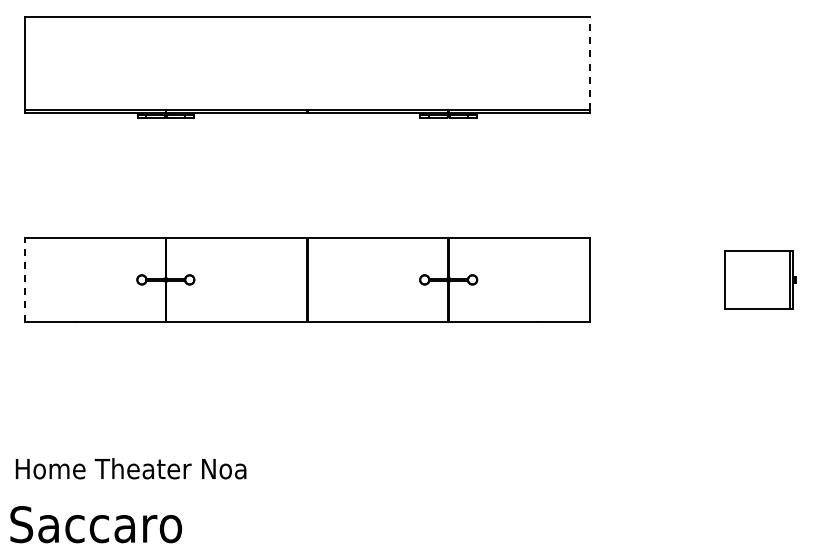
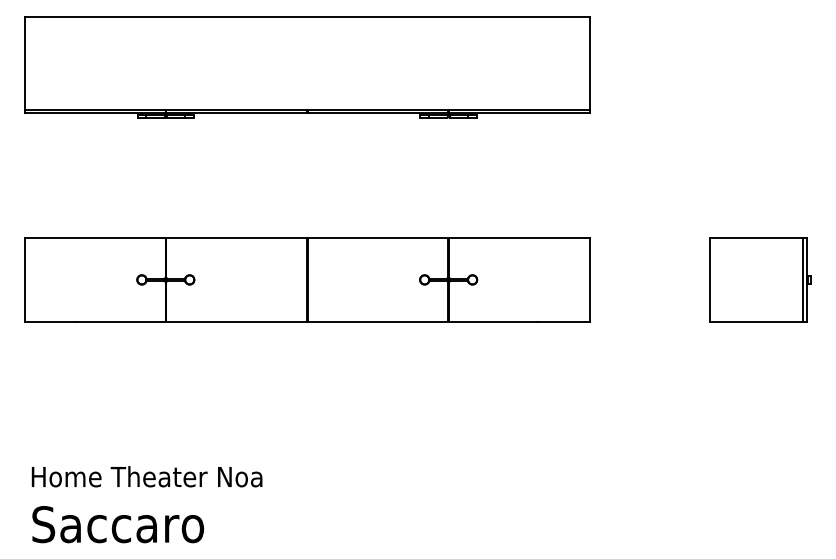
line at (589, 63): dashed -> solid
line at (25, 279): dashed -> solid
part at (760, 279) size: 73x60 px -> 103x86 px
text at (130, 468) position: (130, 468) -> (146, 476)
text at (96, 524) position: (96, 524) -> (118, 524)
